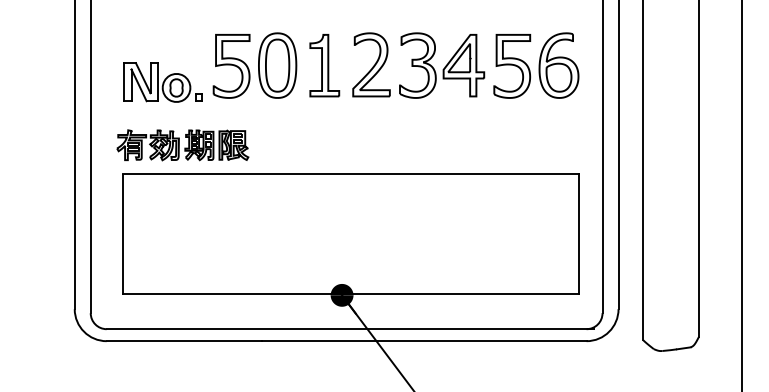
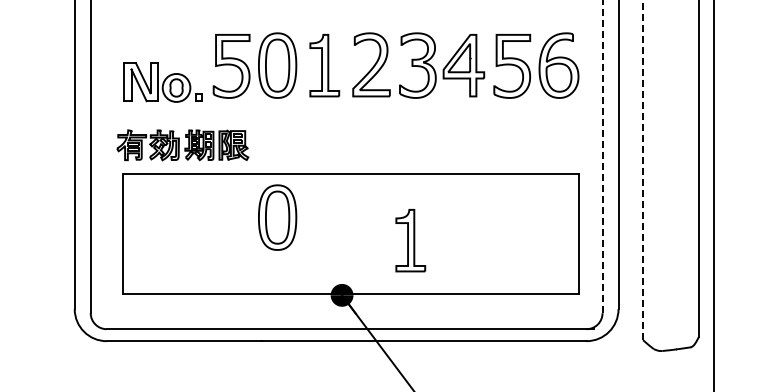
line at (602, 156): solid -> dashed
line at (643, 170): solid -> dashed
line at (741, 195) position: (741, 195) -> (713, 195)
part at (277, 217): none -> present
part at (410, 240): none -> present
